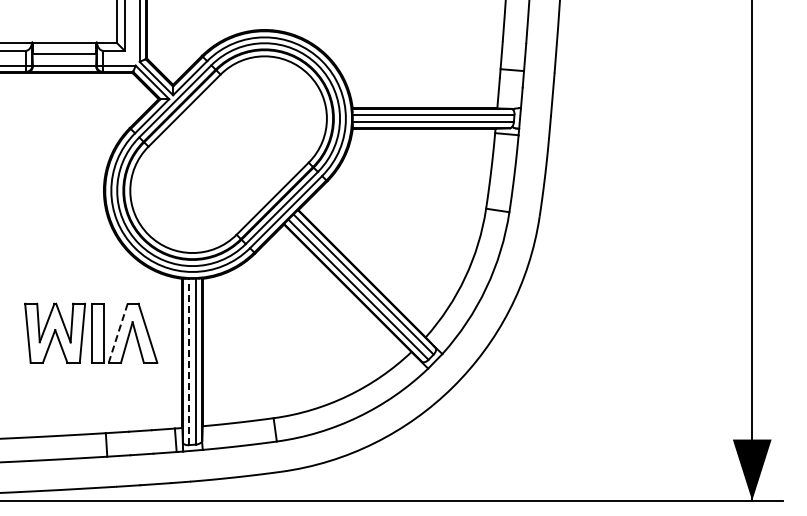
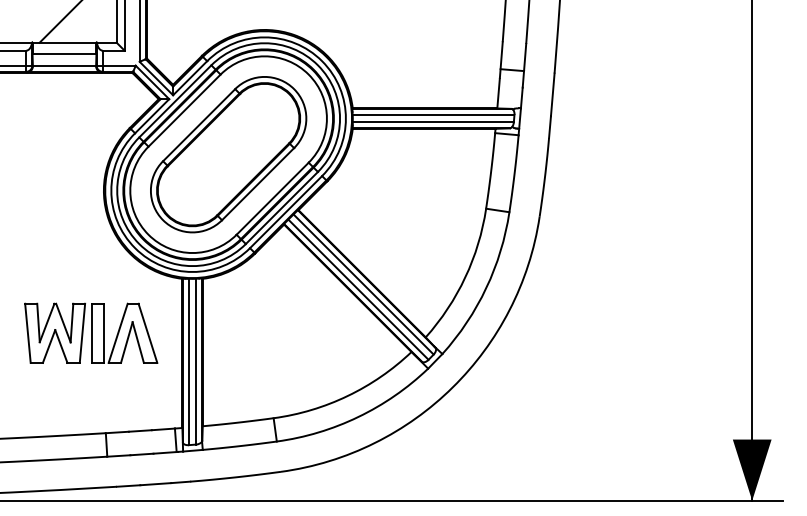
line at (59, 22): none -> present
part at (228, 154): none -> present
line at (118, 333): dashed -> solid
line at (188, 361): dashed -> solid
